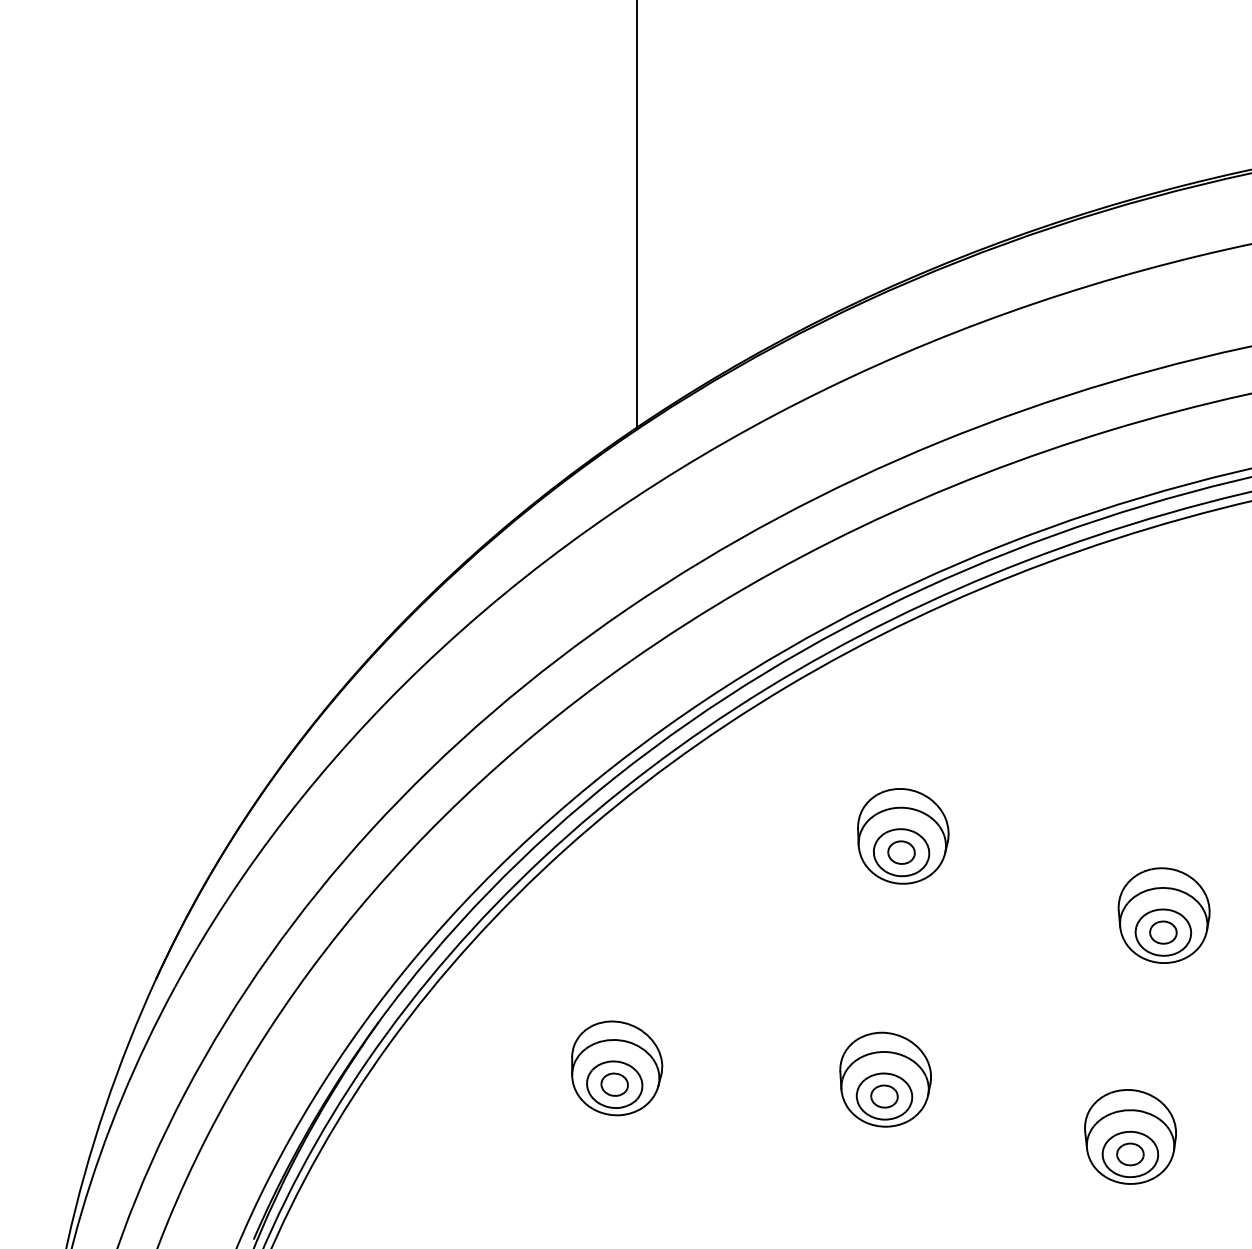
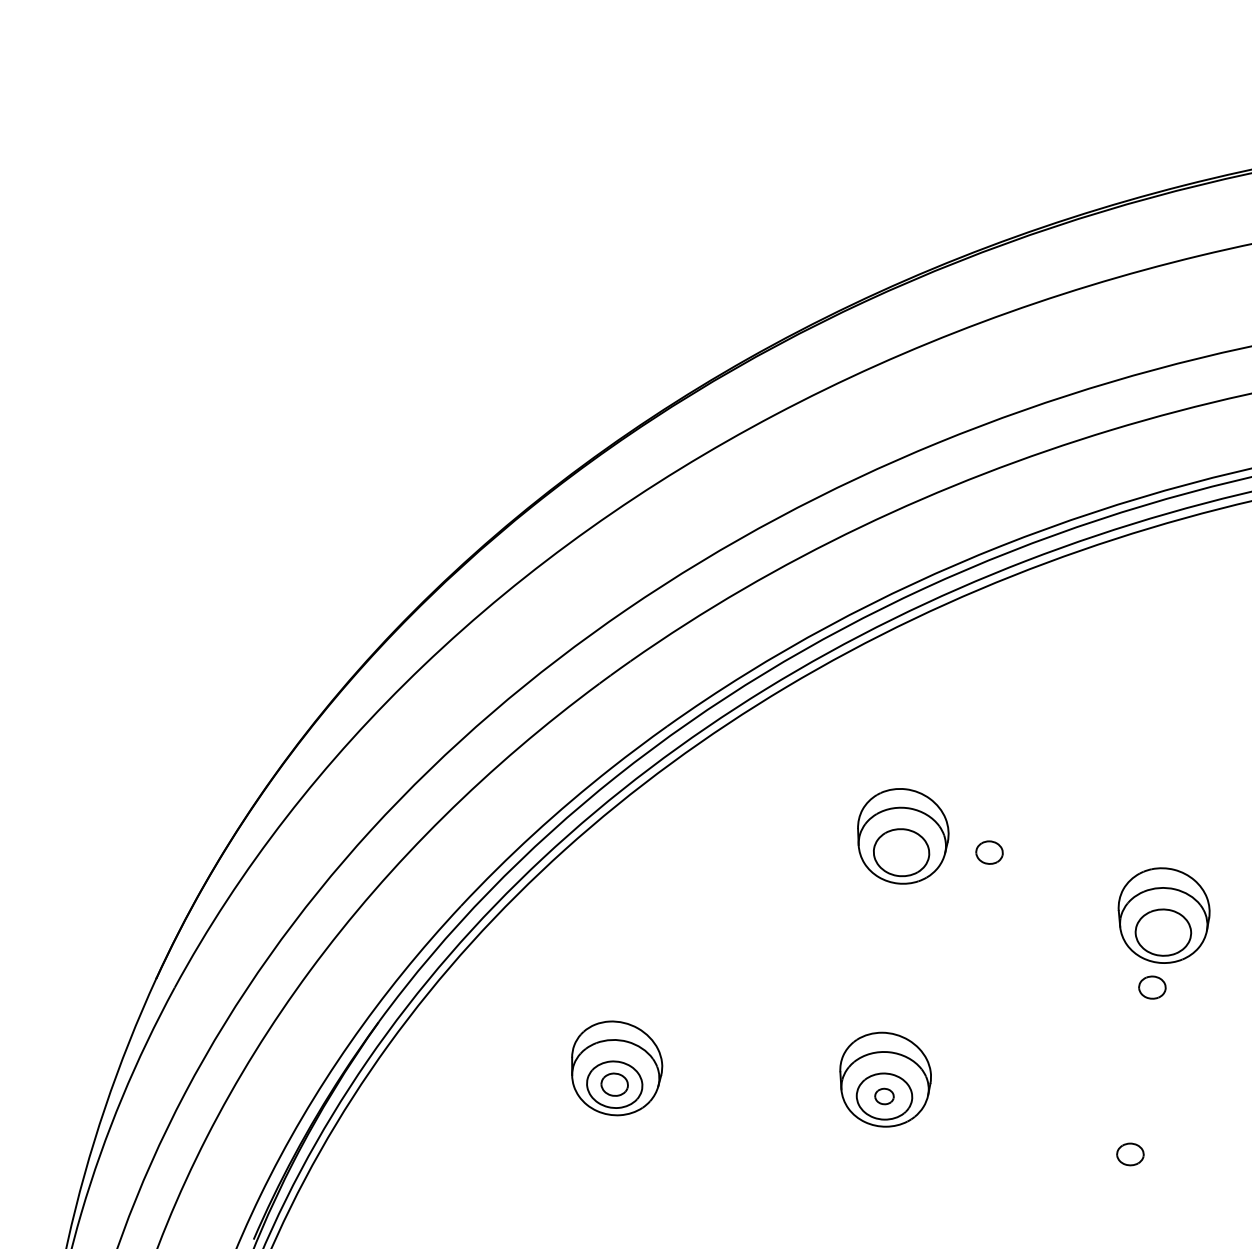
line at (637, 214): present -> none
part at (901, 852) position: (901, 852) -> (989, 852)
part at (1163, 932) position: (1163, 932) -> (1152, 987)
part at (884, 1096) size: 29x25 px -> 21x19 px
part at (1130, 1136): present -> none
